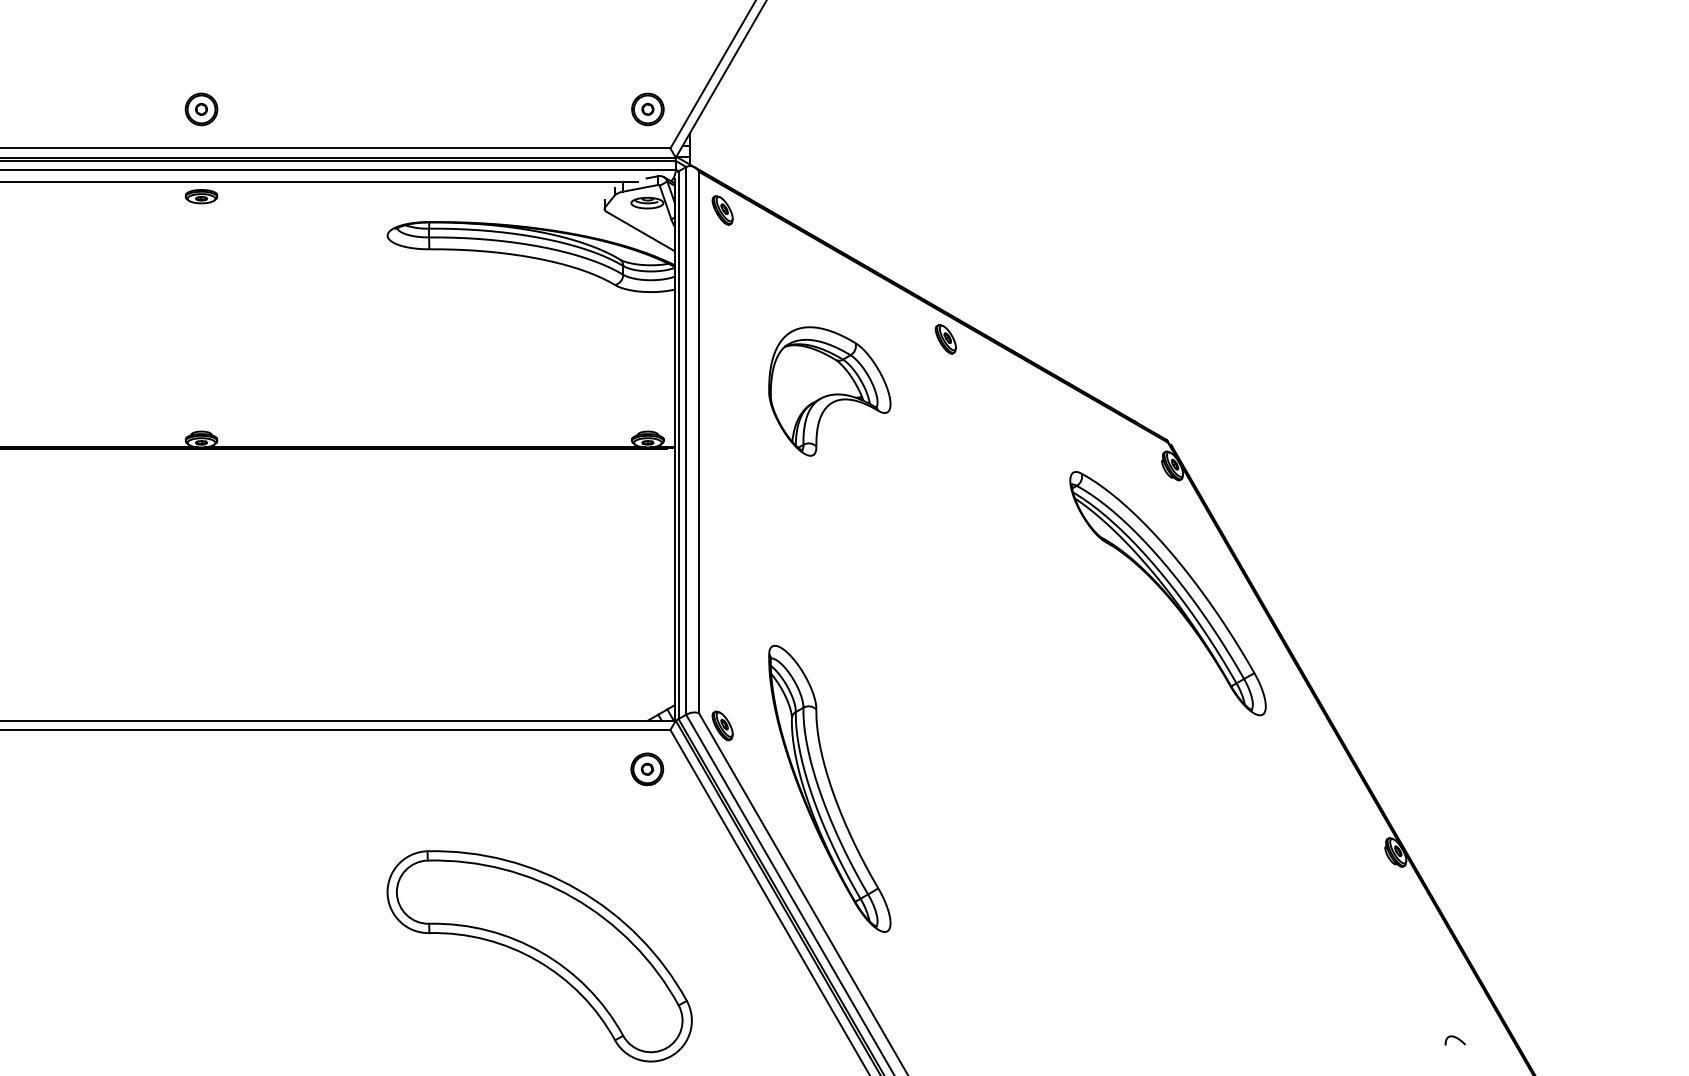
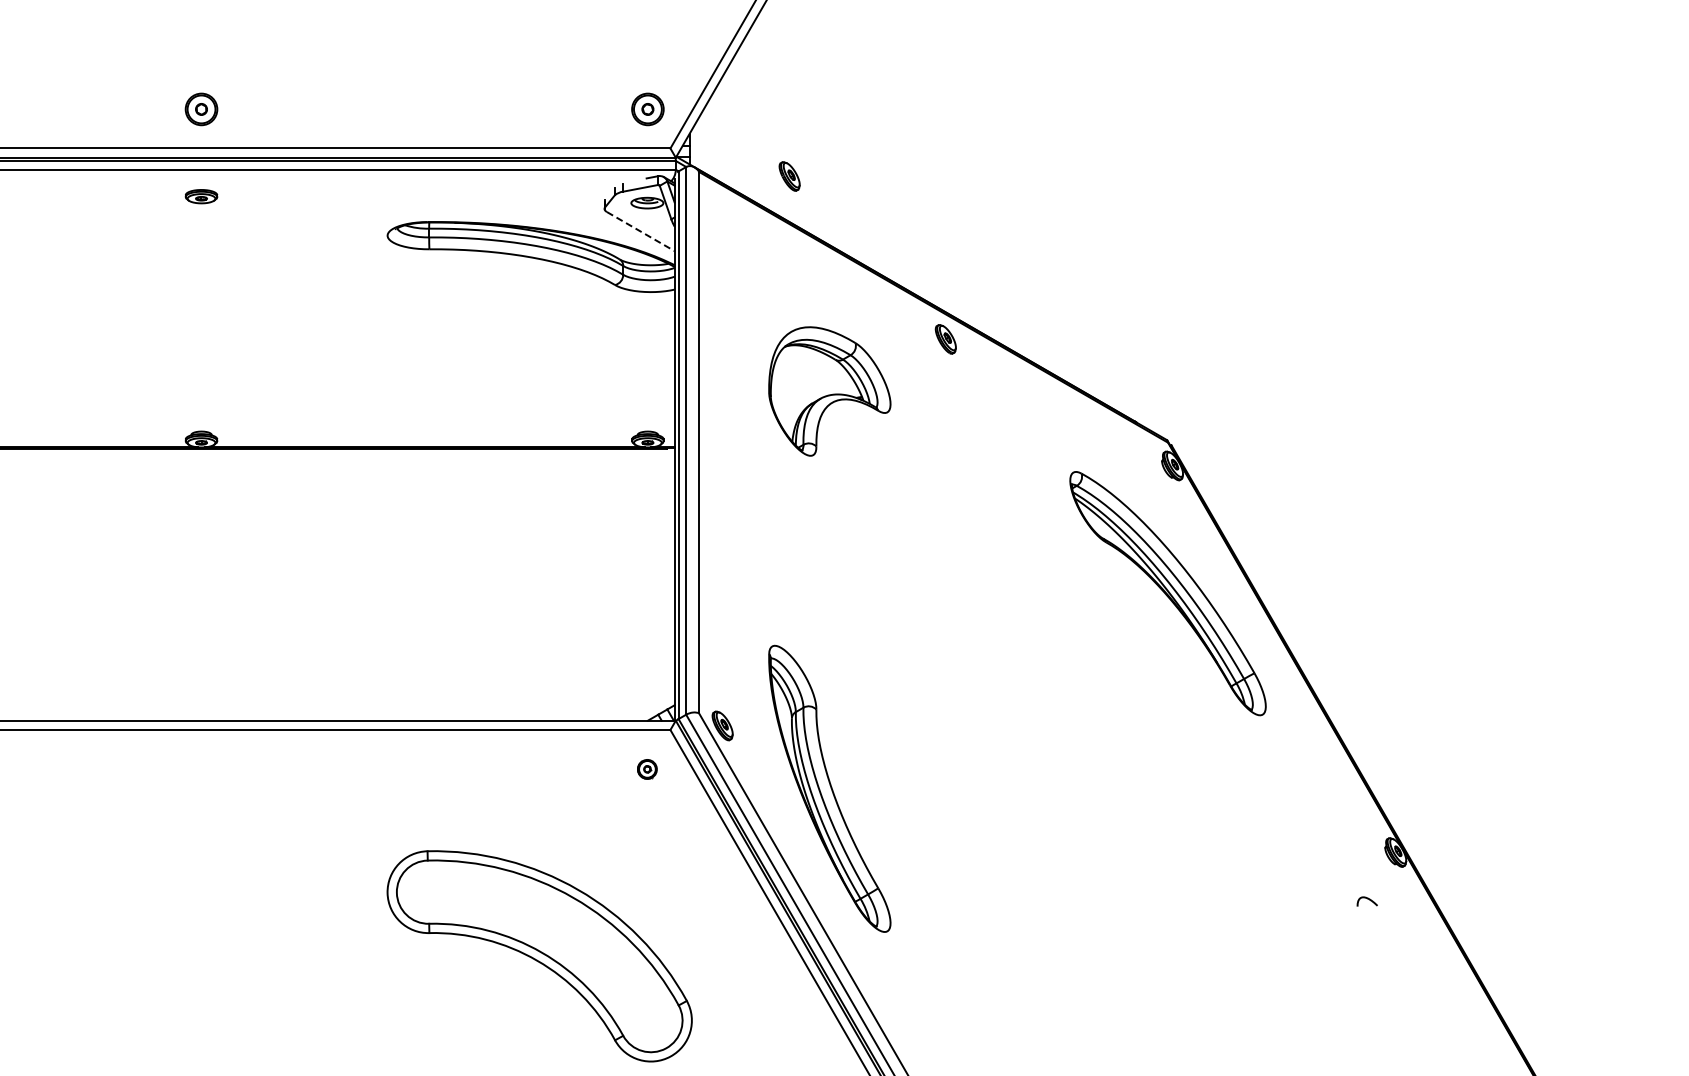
line at (319, 181): present -> none
part at (722, 210) position: (722, 210) -> (789, 176)
line at (641, 231): solid -> dashed
part at (647, 769) size: 35x35 px -> 21x21 px
curve at (1455, 1038) position: (1455, 1038) -> (1367, 899)
